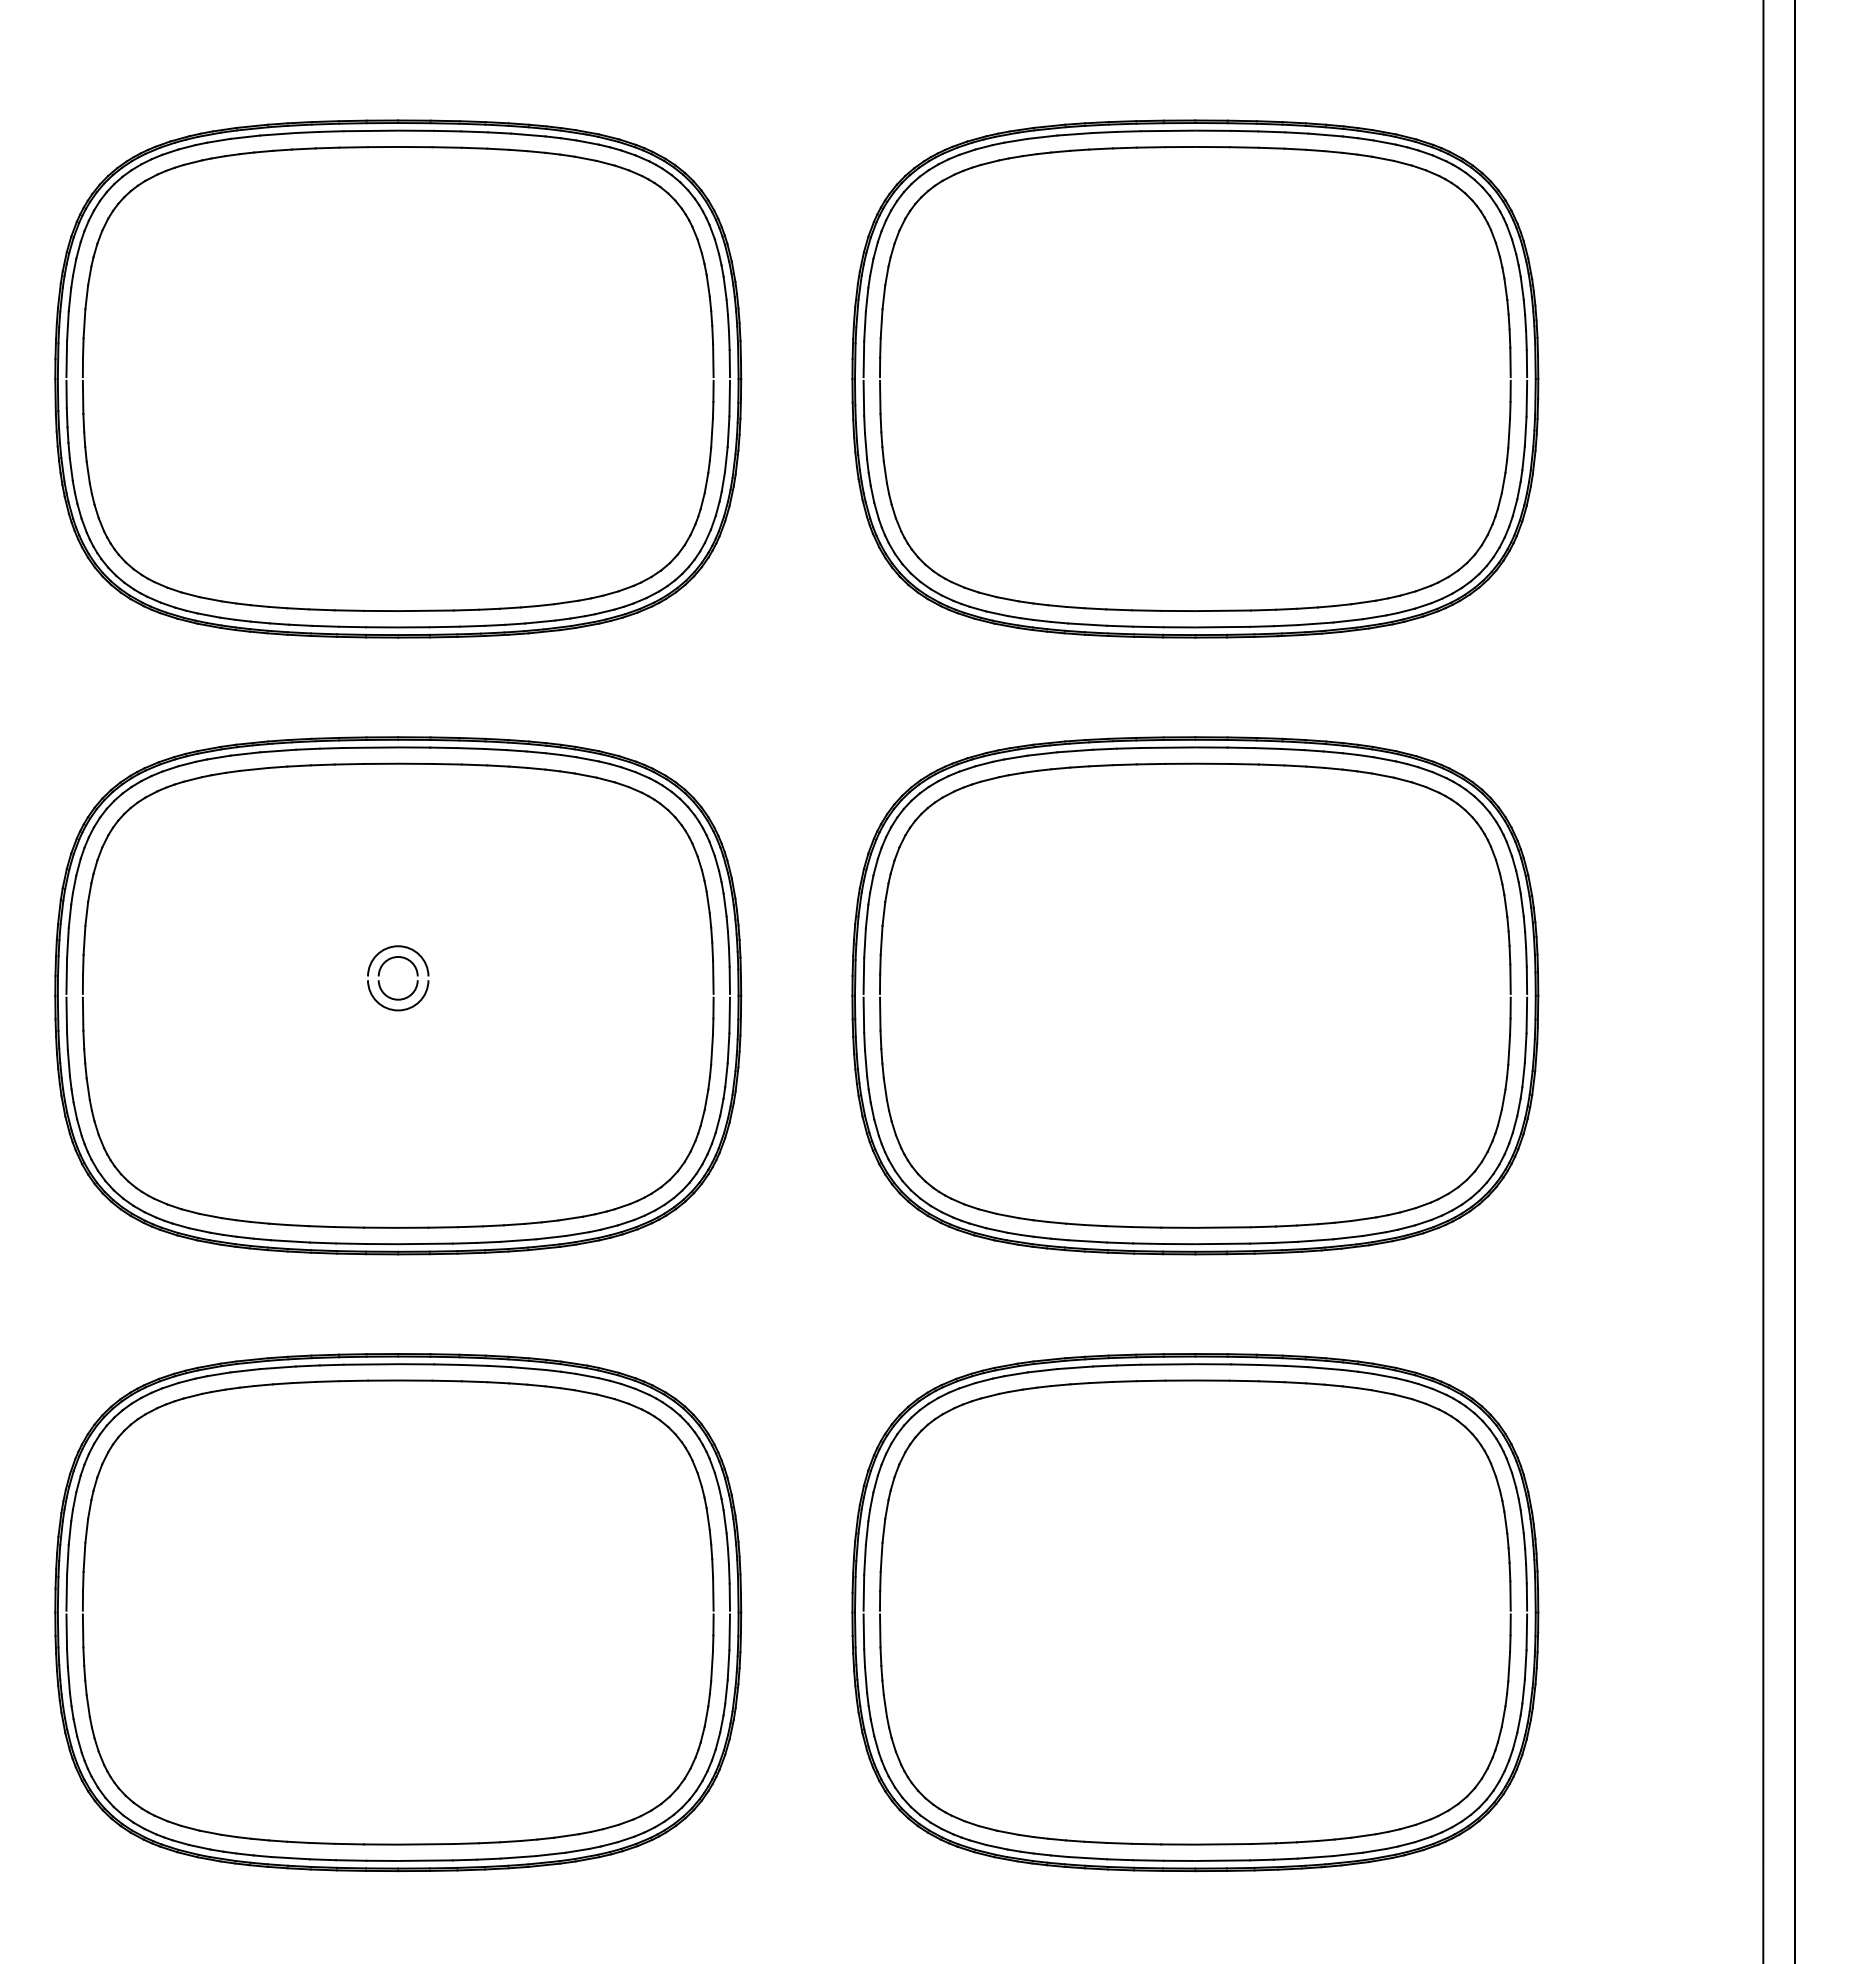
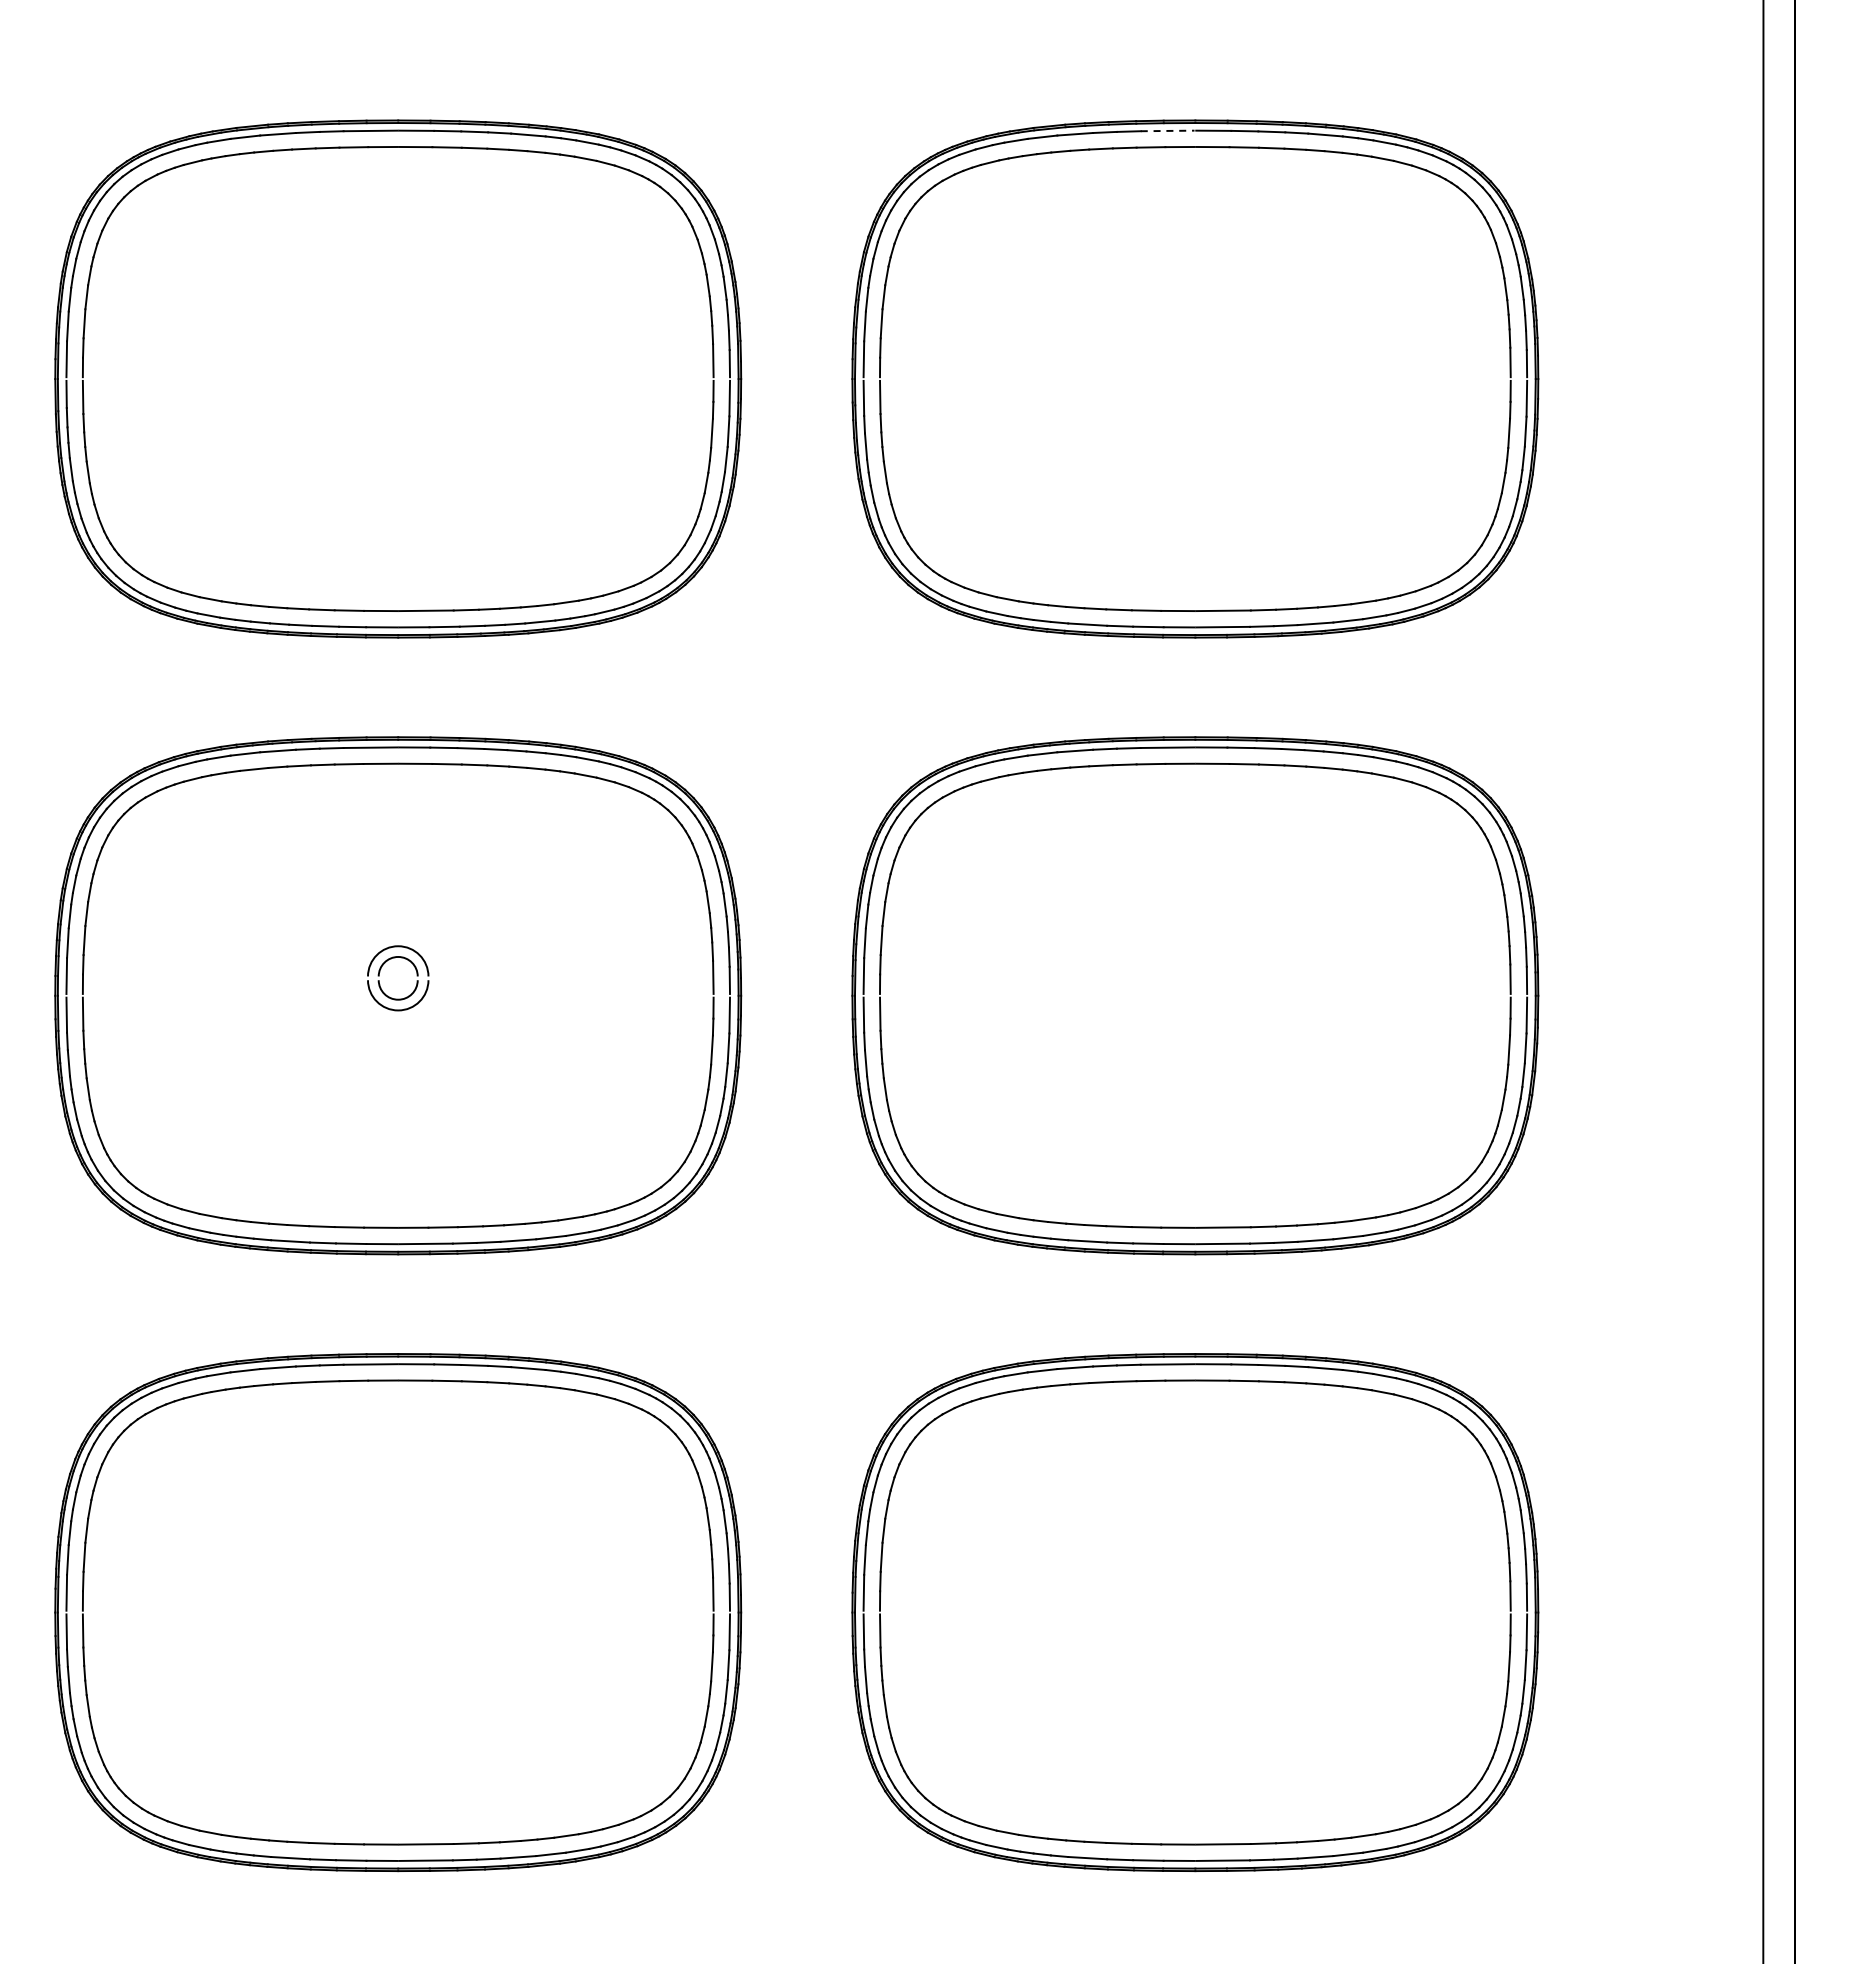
line at (1167, 130): solid -> dashed
